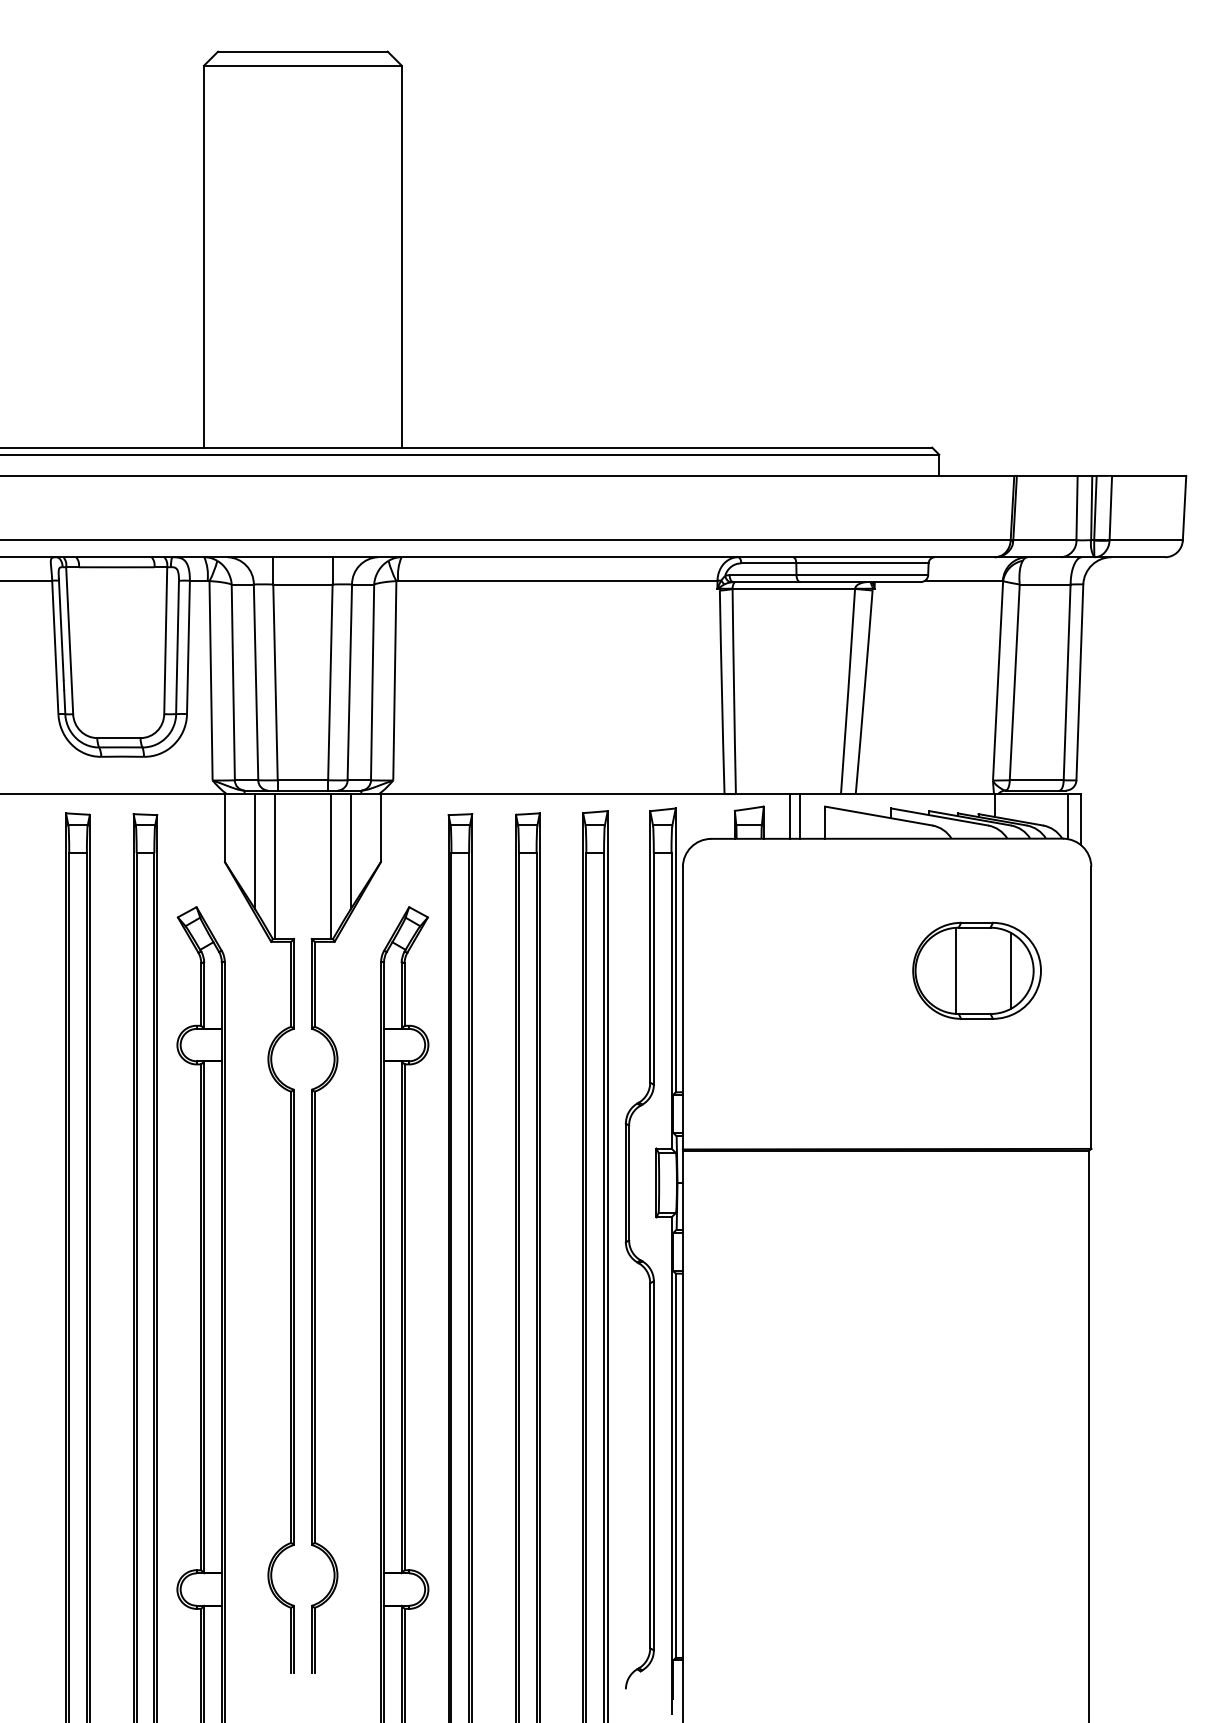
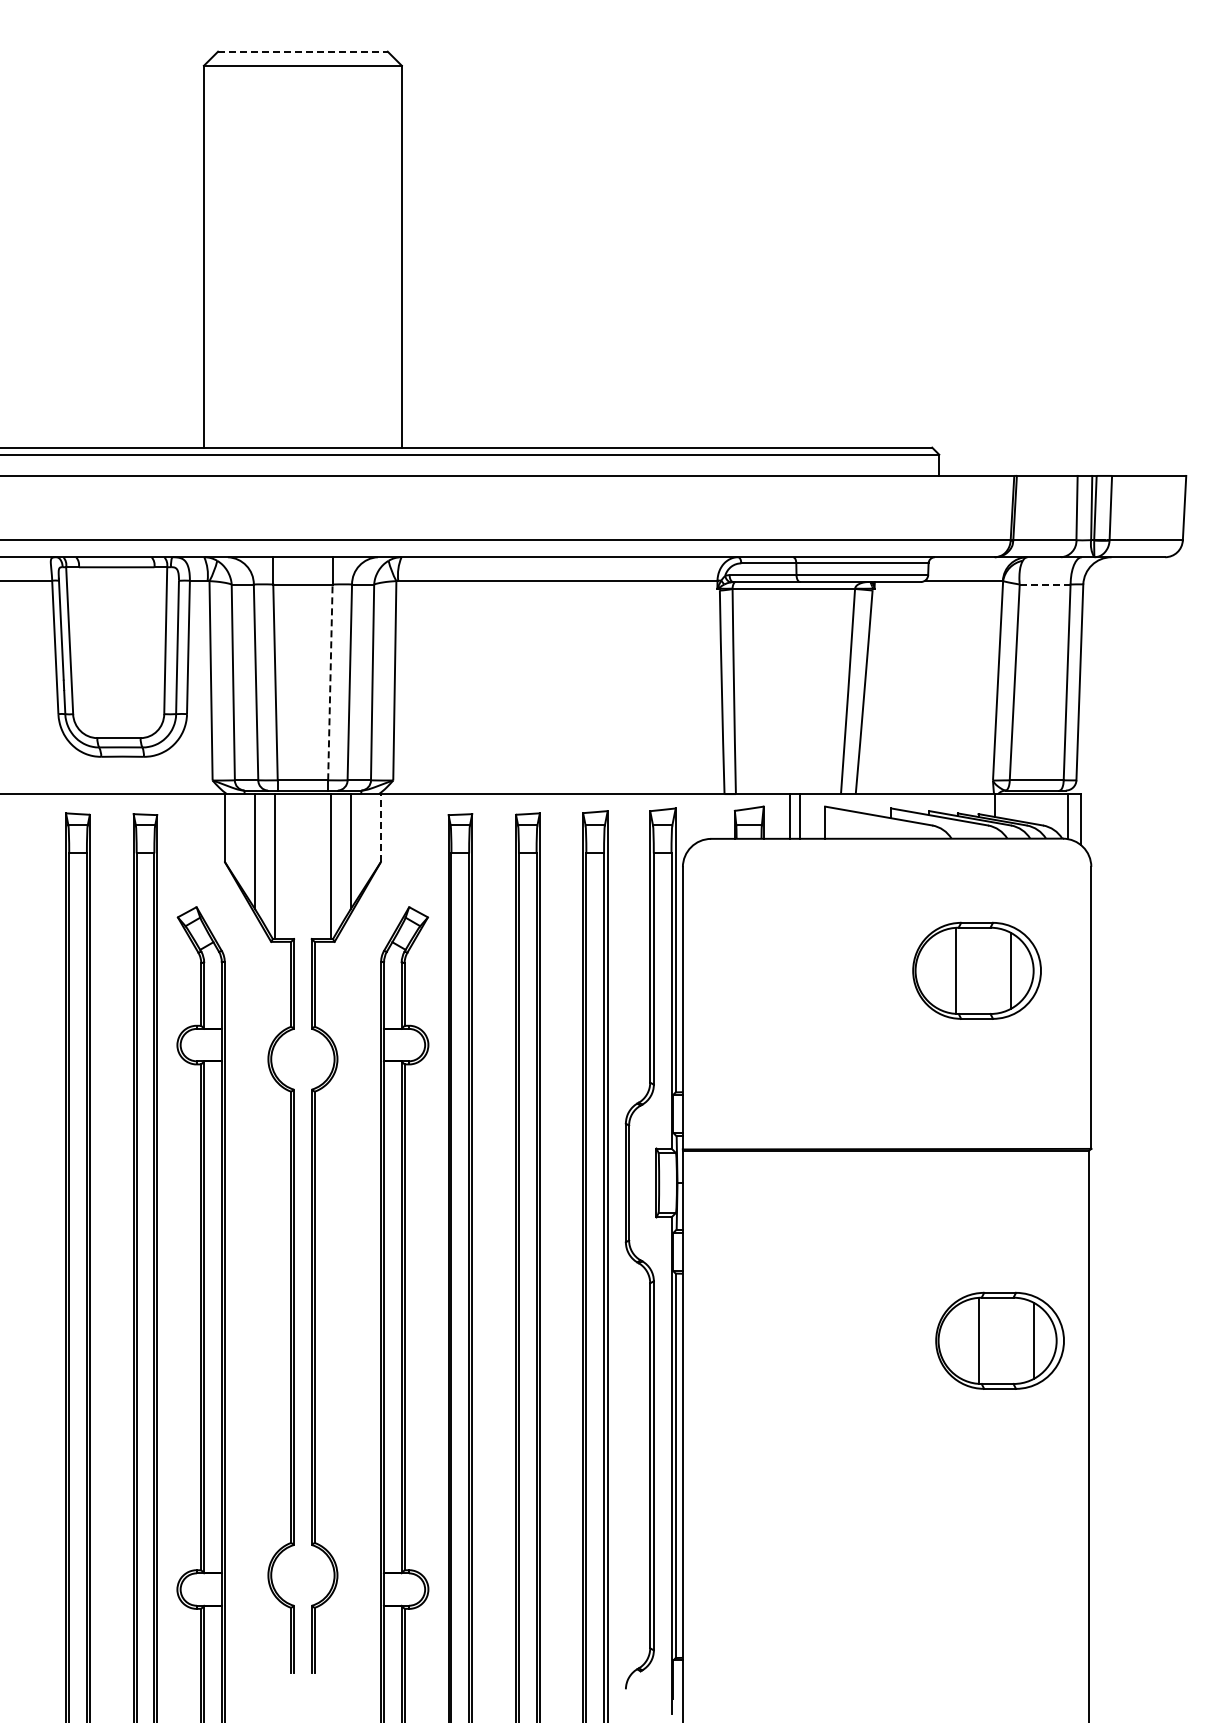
line at (302, 51): solid -> dashed
line at (1044, 584): solid -> dashed
line at (330, 682): solid -> dashed
line at (380, 827): solid -> dashed
part at (999, 1340): none -> present
